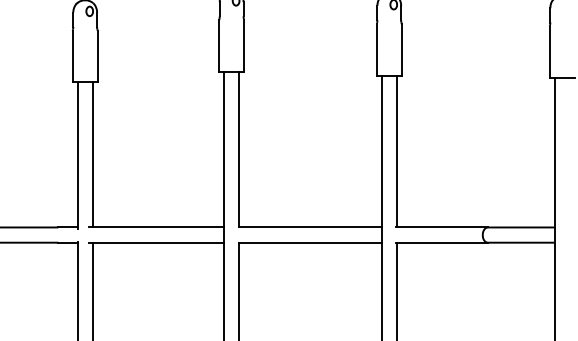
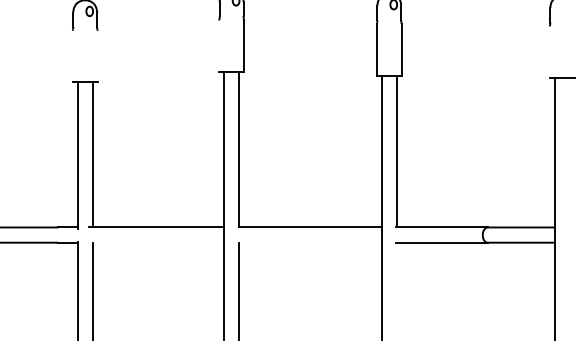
line at (219, 45): present -> none
line at (549, 51): present -> none
line at (72, 56): present -> none
line at (97, 56): present -> none
line at (156, 242): present -> none
line at (309, 242): present -> none
line at (396, 289): present -> none
